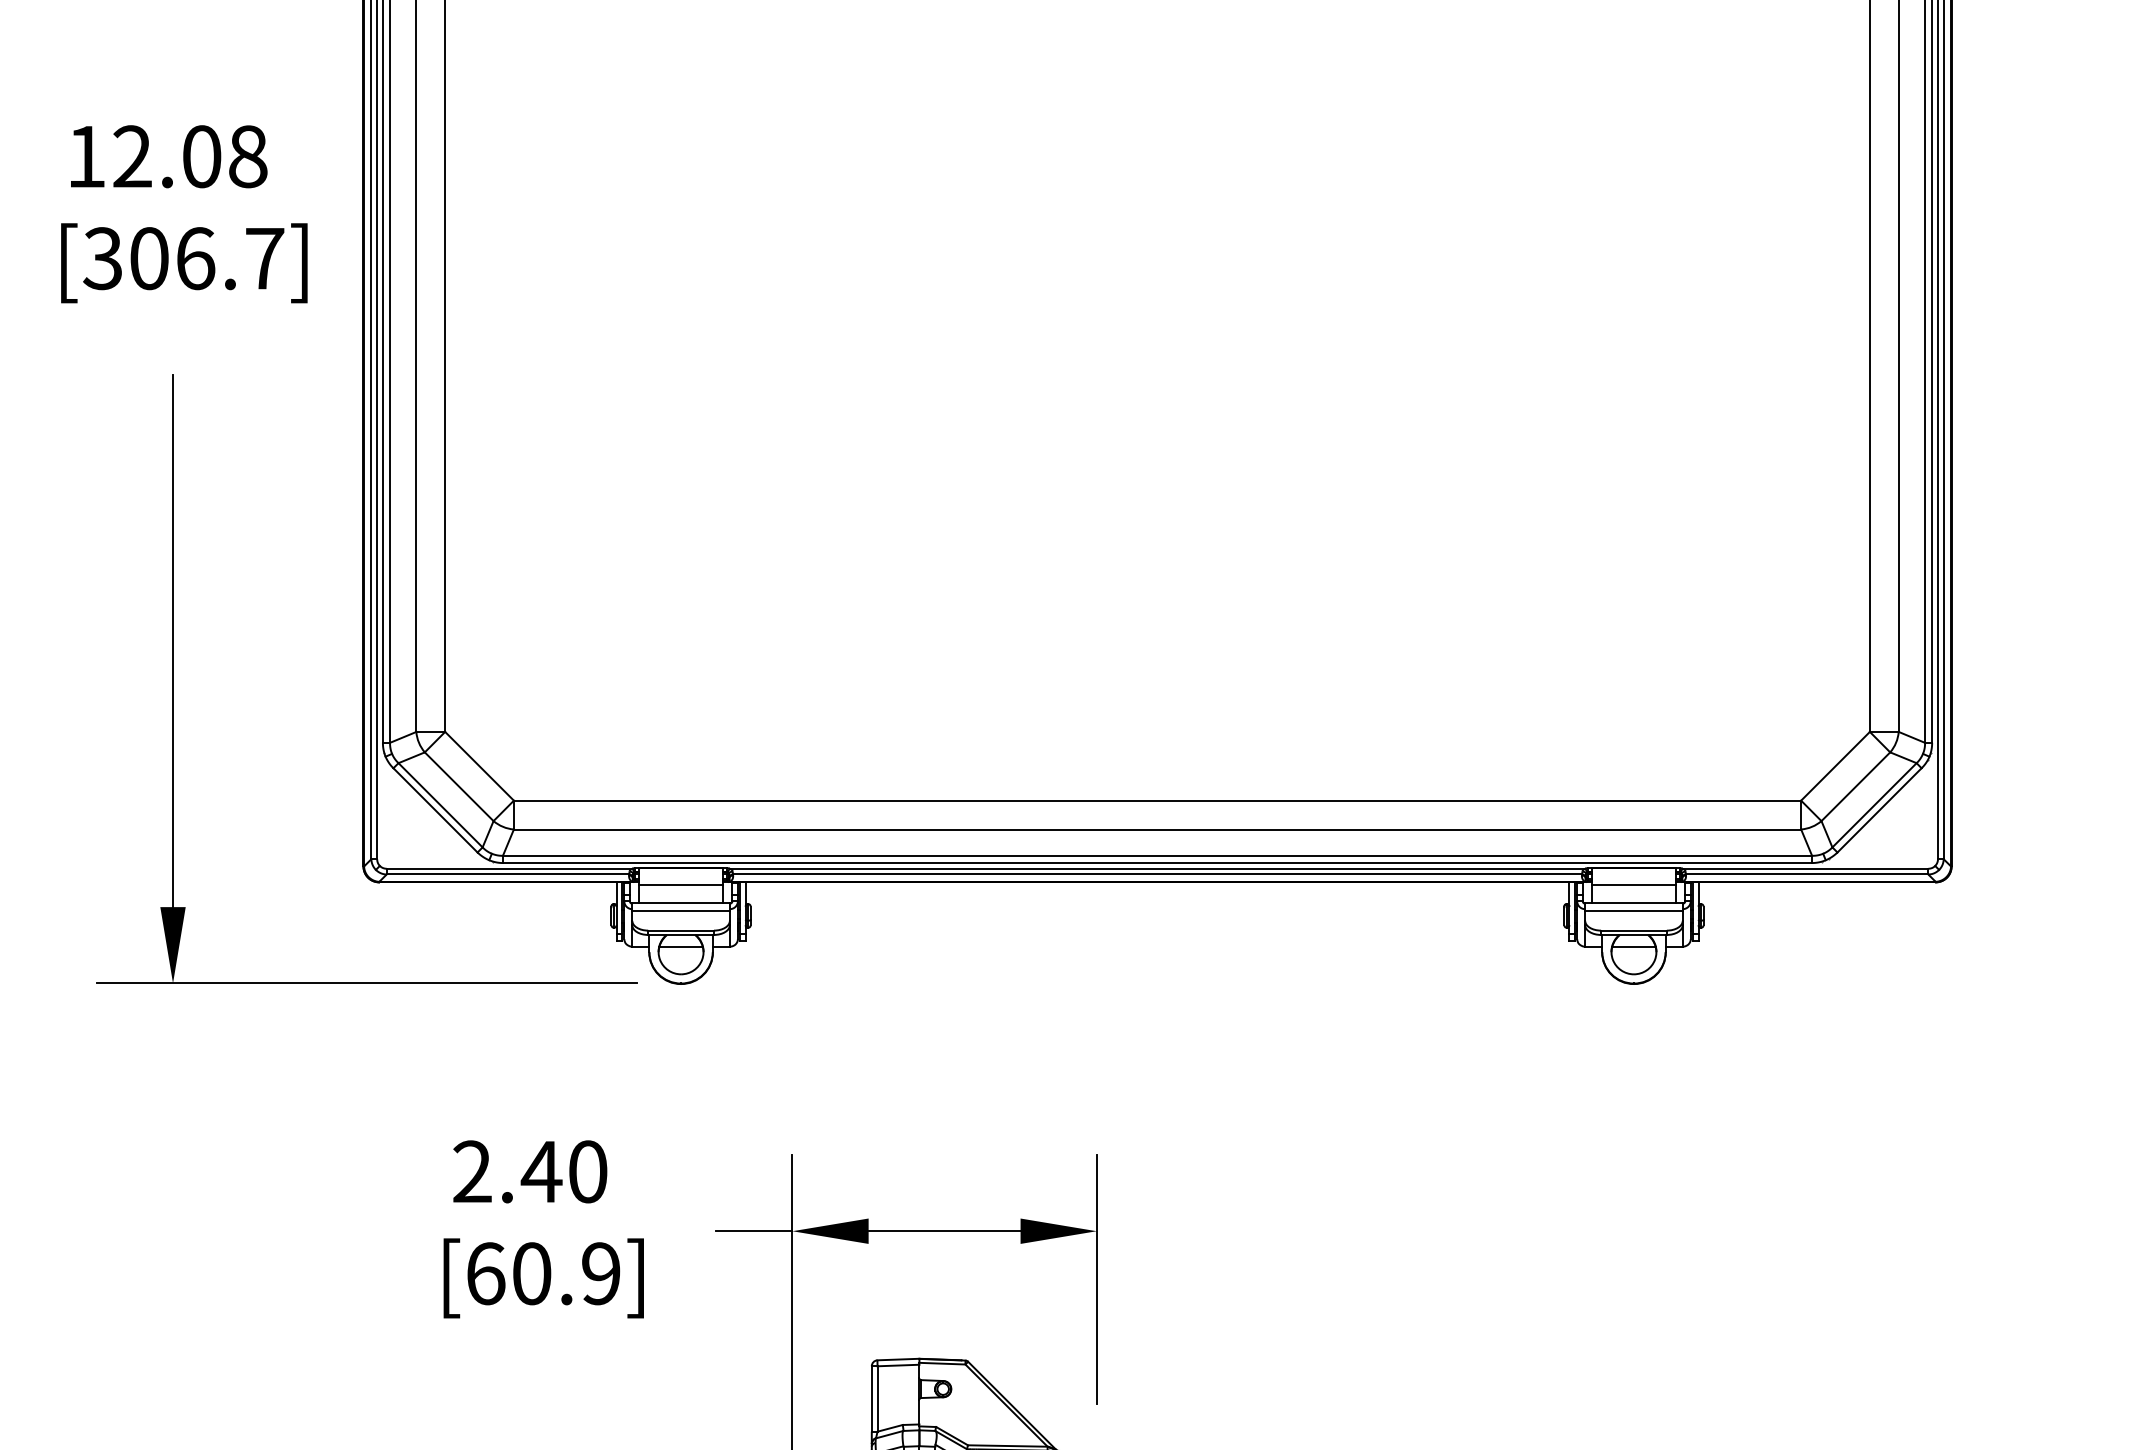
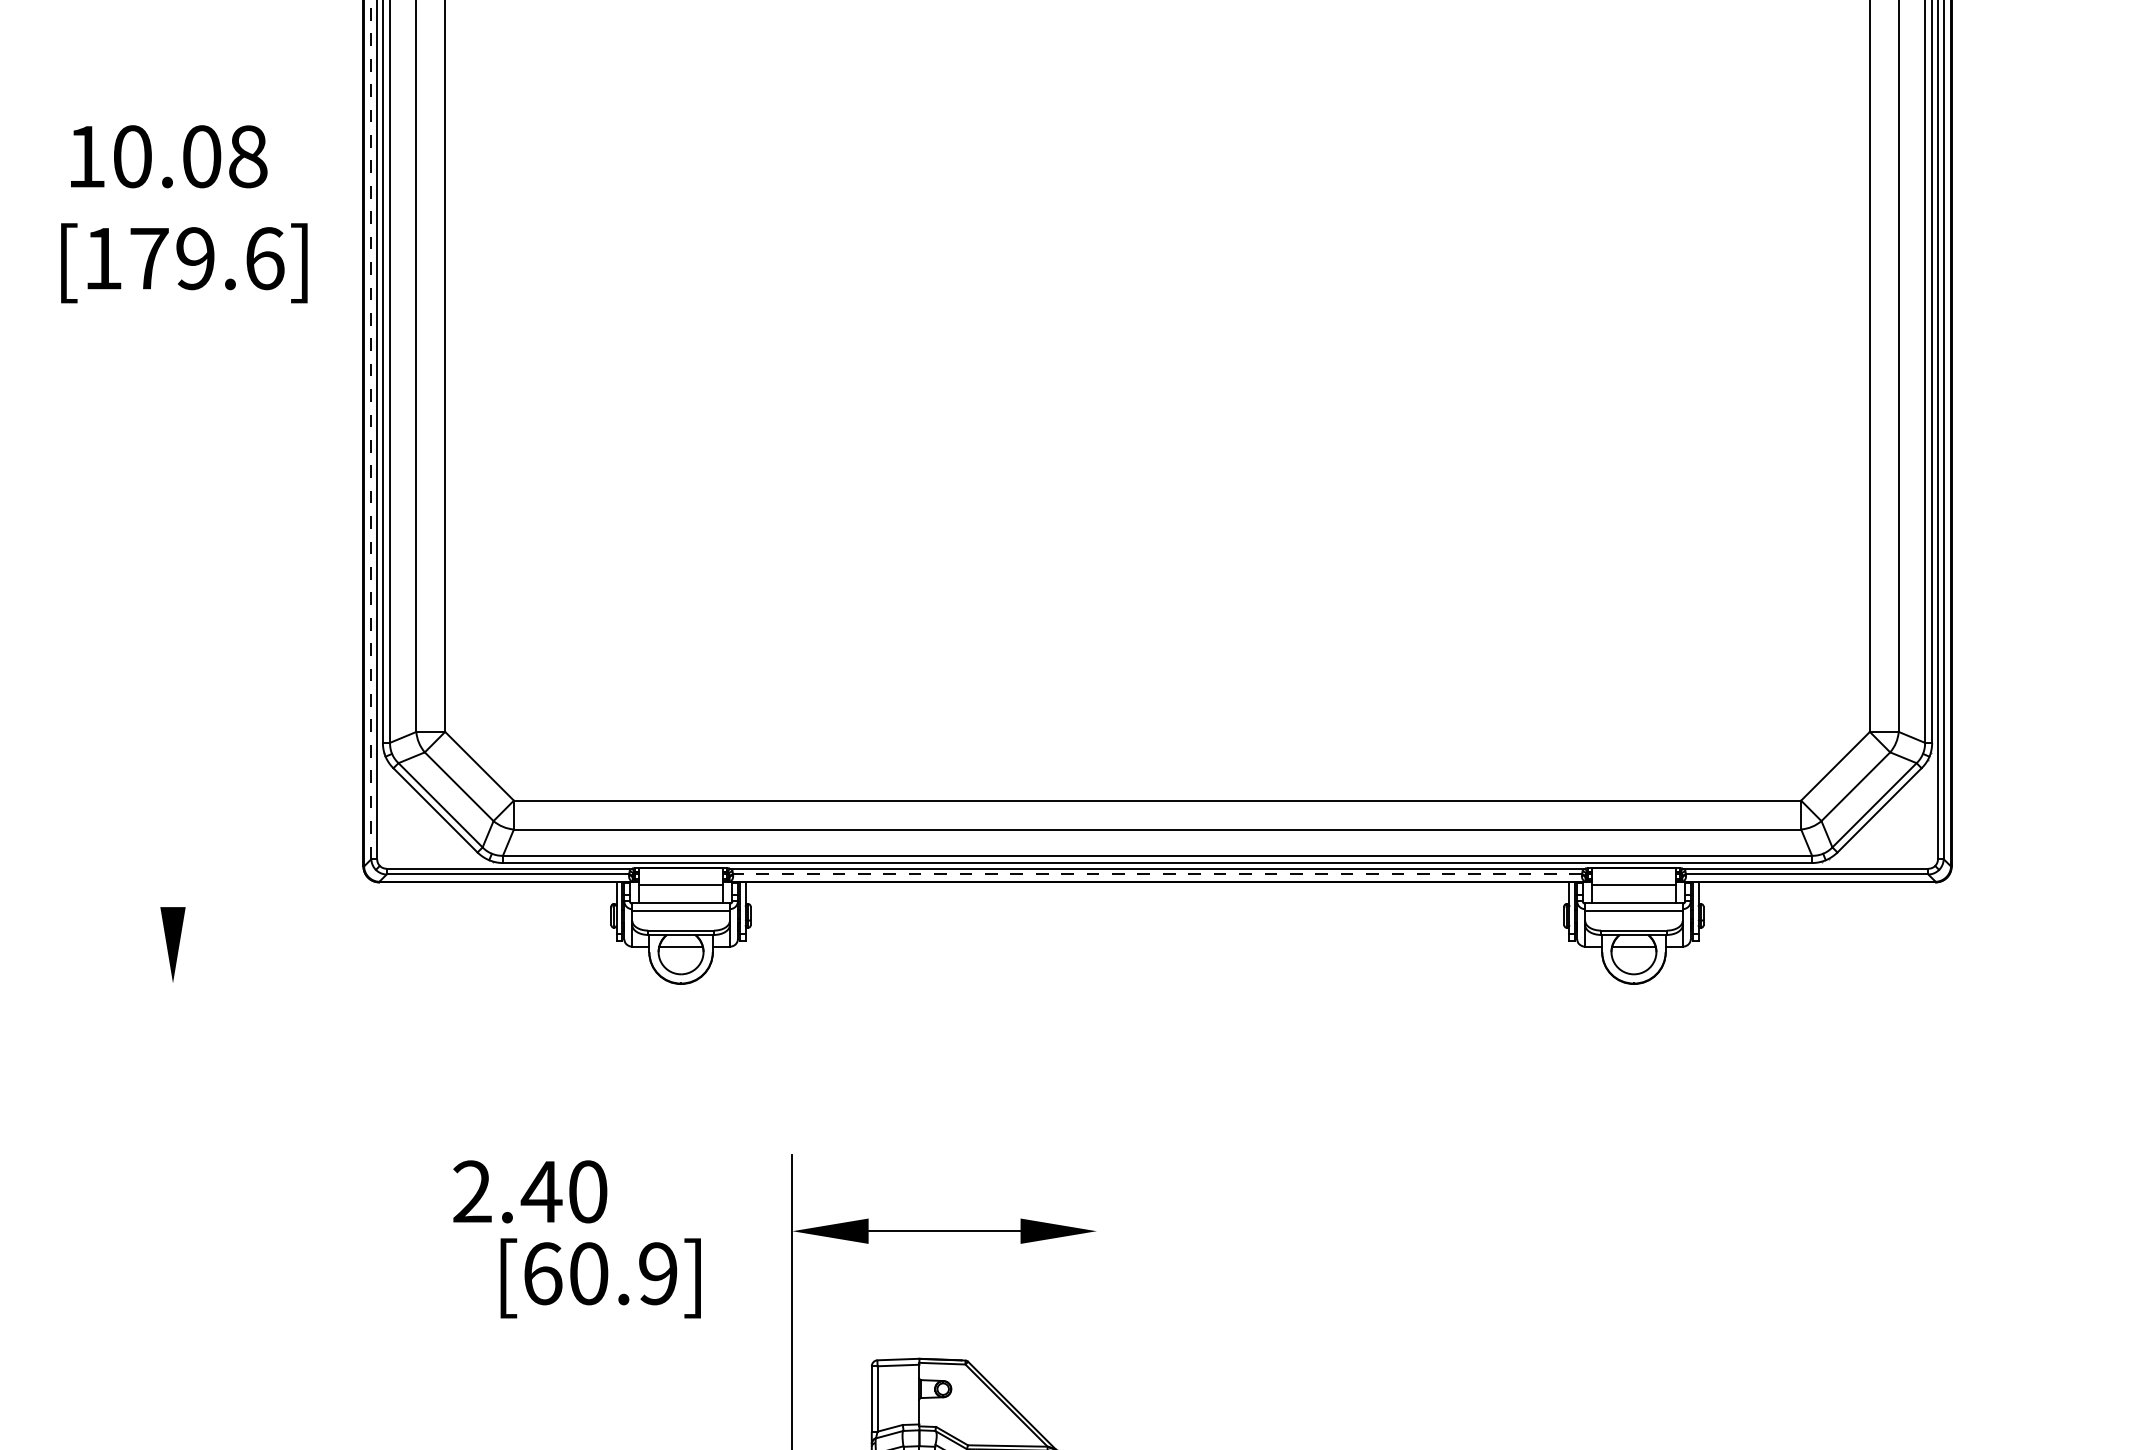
text at (132, 156): 12.08 -> 10.08
text at (183, 258): [306.7] -> [179.6]
line at (371, 429): solid -> dashed
line at (173, 640): present -> none
line at (1157, 874): solid -> dashed
line at (366, 983): present -> none
text at (530, 1171) position: (530, 1171) -> (530, 1191)
line at (754, 1231): present -> none
text at (543, 1278) position: (543, 1278) -> (600, 1278)
line at (1096, 1279): present -> none
